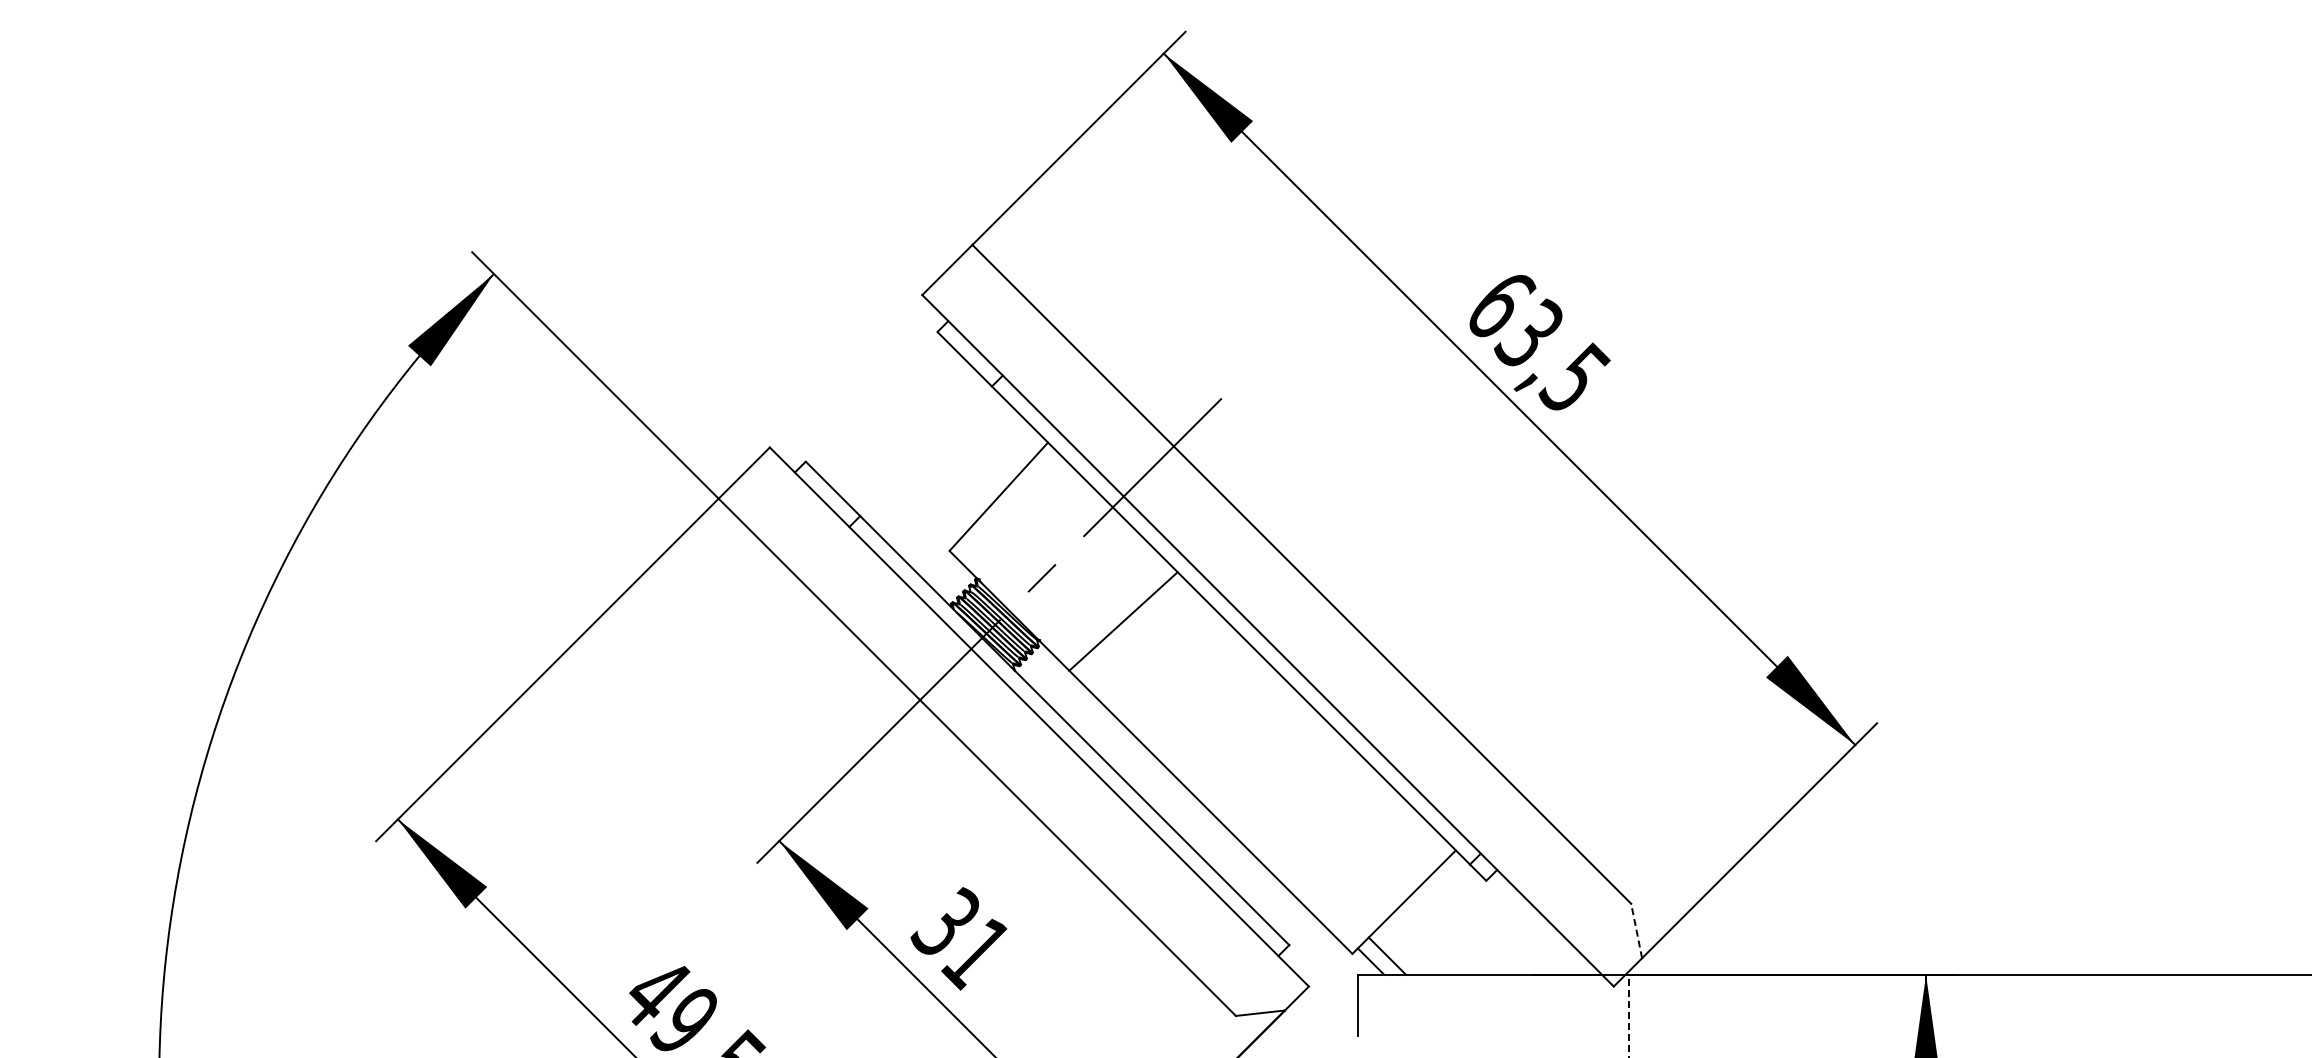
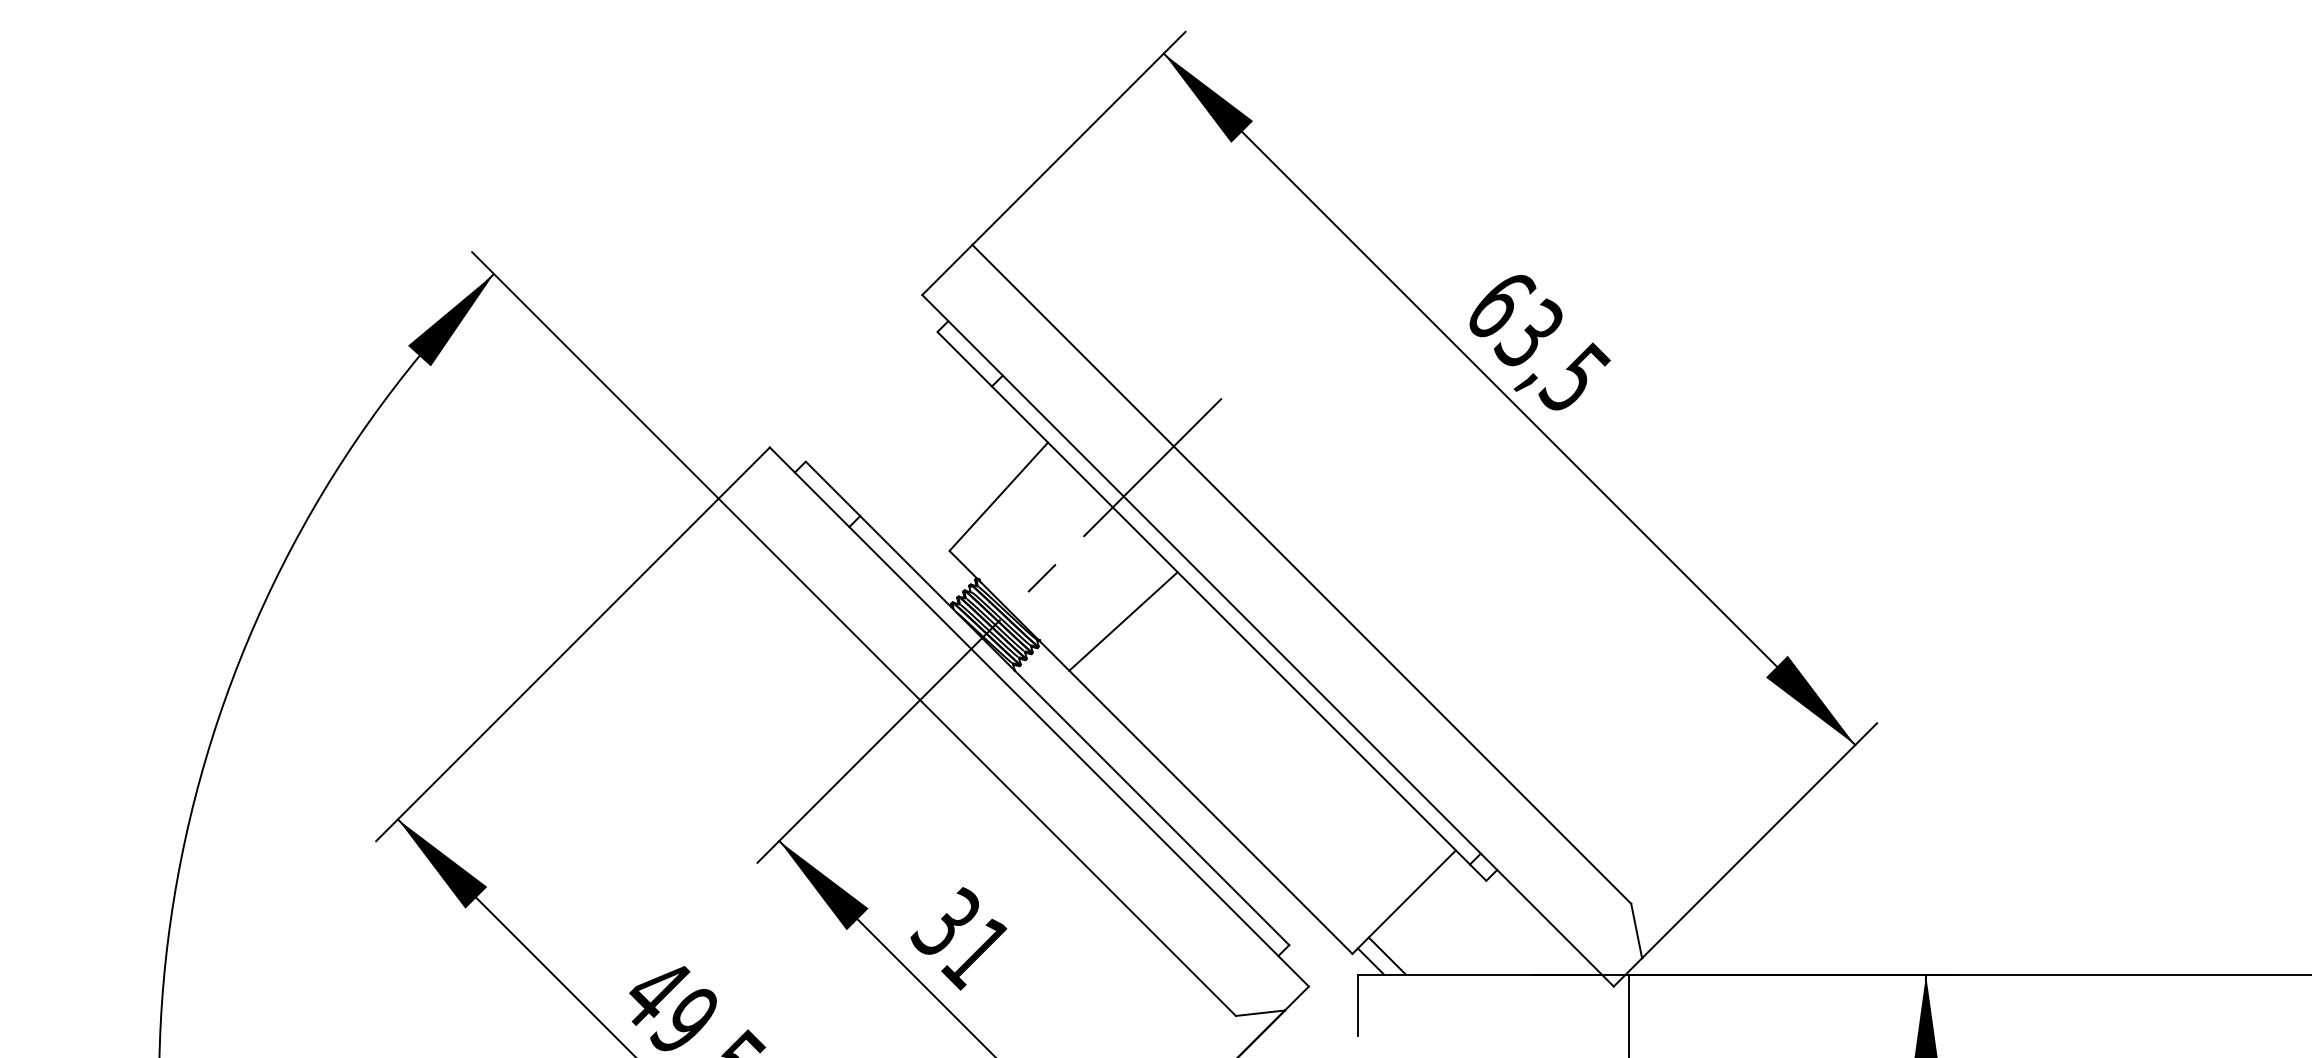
line at (1636, 931): dashed -> solid
line at (1628, 1015): dashed -> solid
